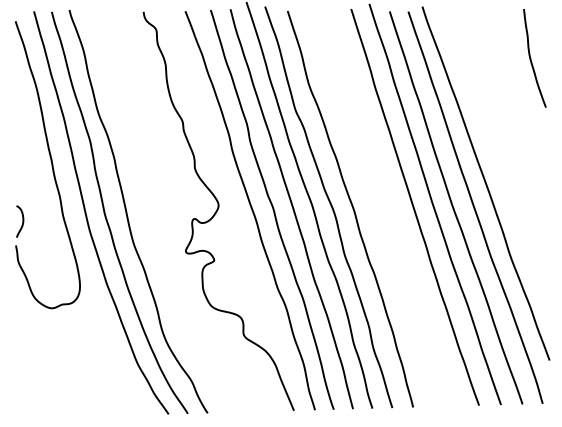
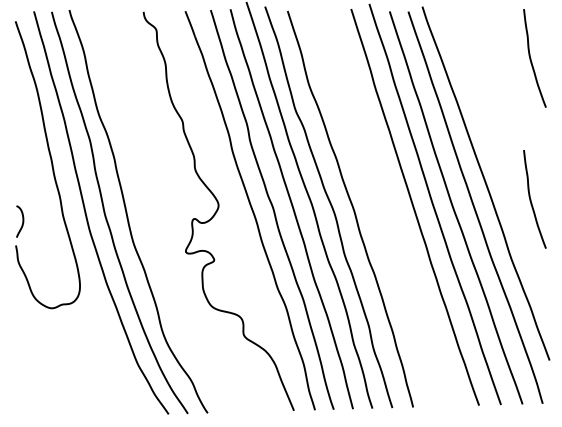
curve at (531, 199): none -> present
